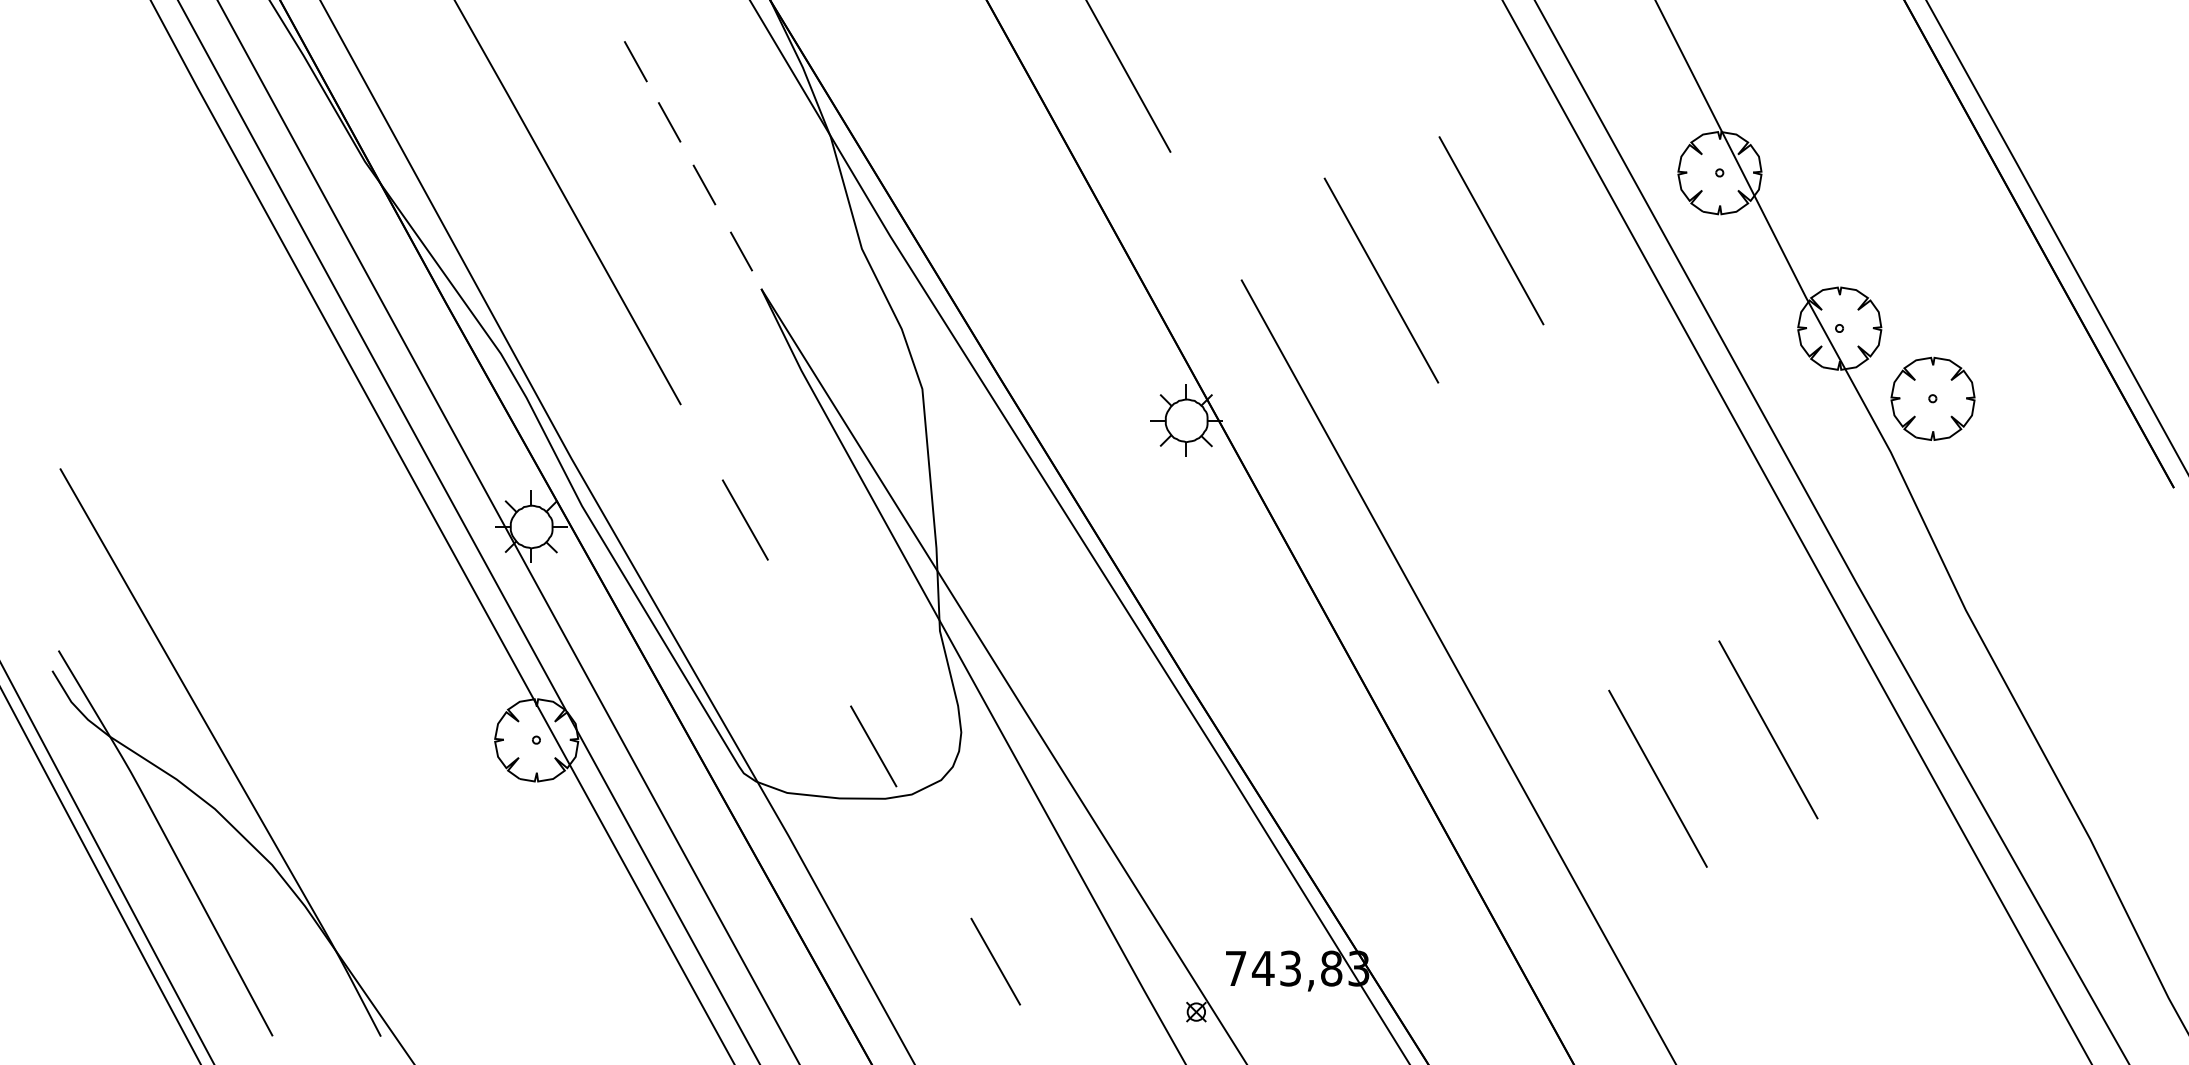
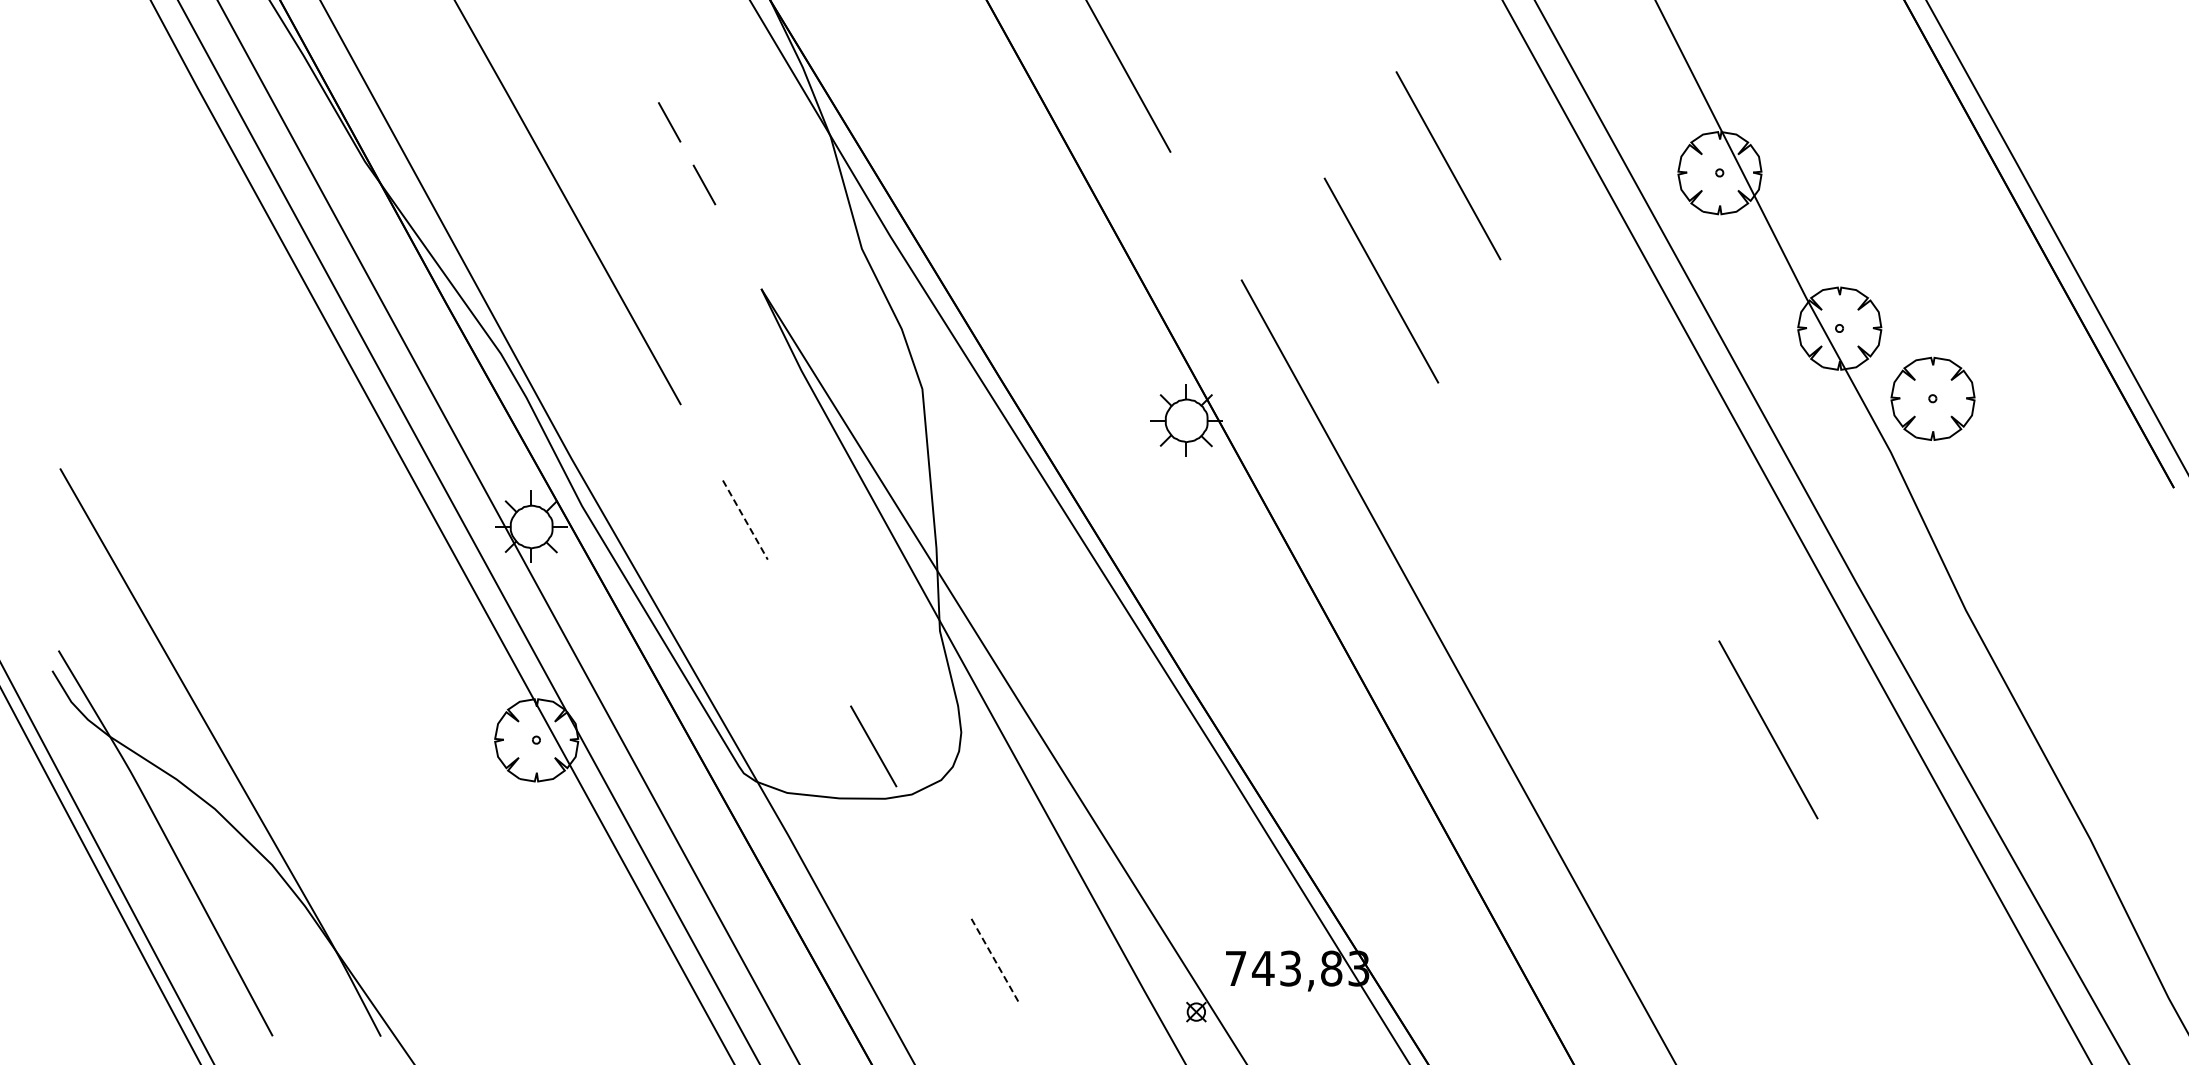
line at (635, 61): present -> none
line at (1491, 230) position: (1491, 230) -> (1448, 165)
line at (741, 251): present -> none
line at (745, 520): solid -> dashed
line at (1657, 778): present -> none
line at (996, 962): solid -> dashed
